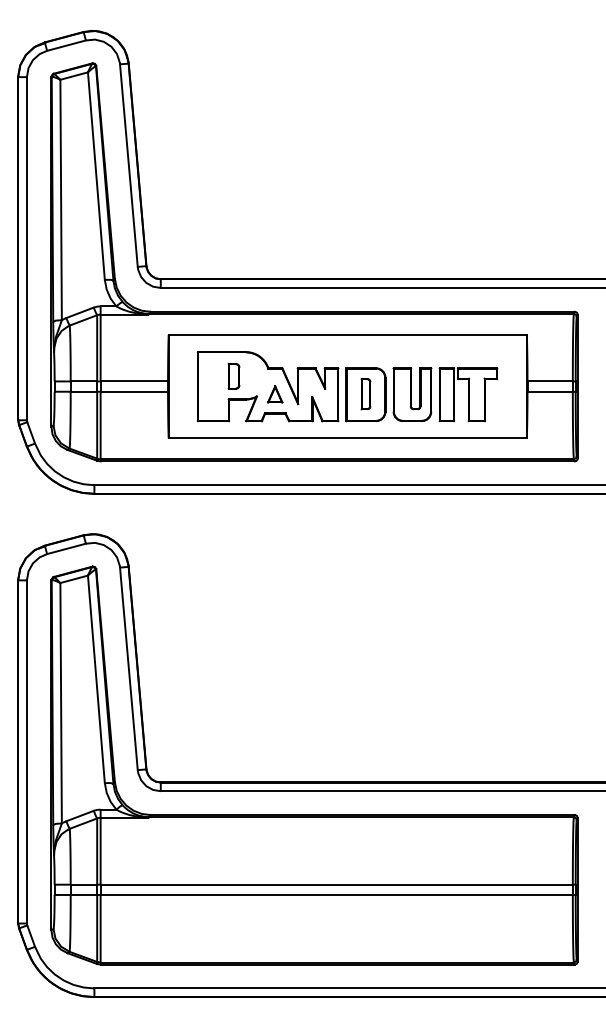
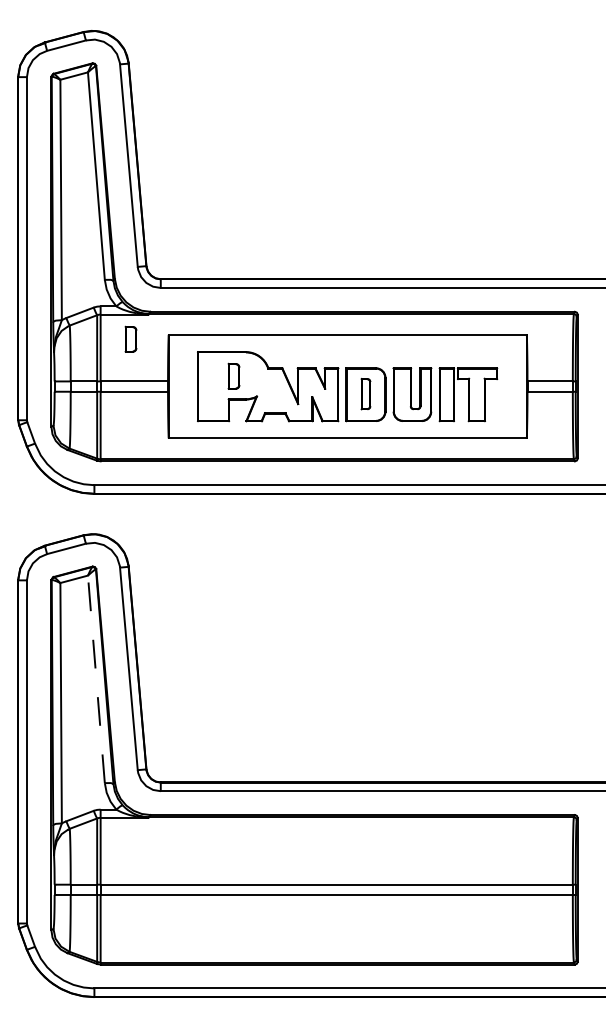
part at (130, 338): none -> present
part at (275, 394): present -> none
line at (96, 678): solid -> dashed
